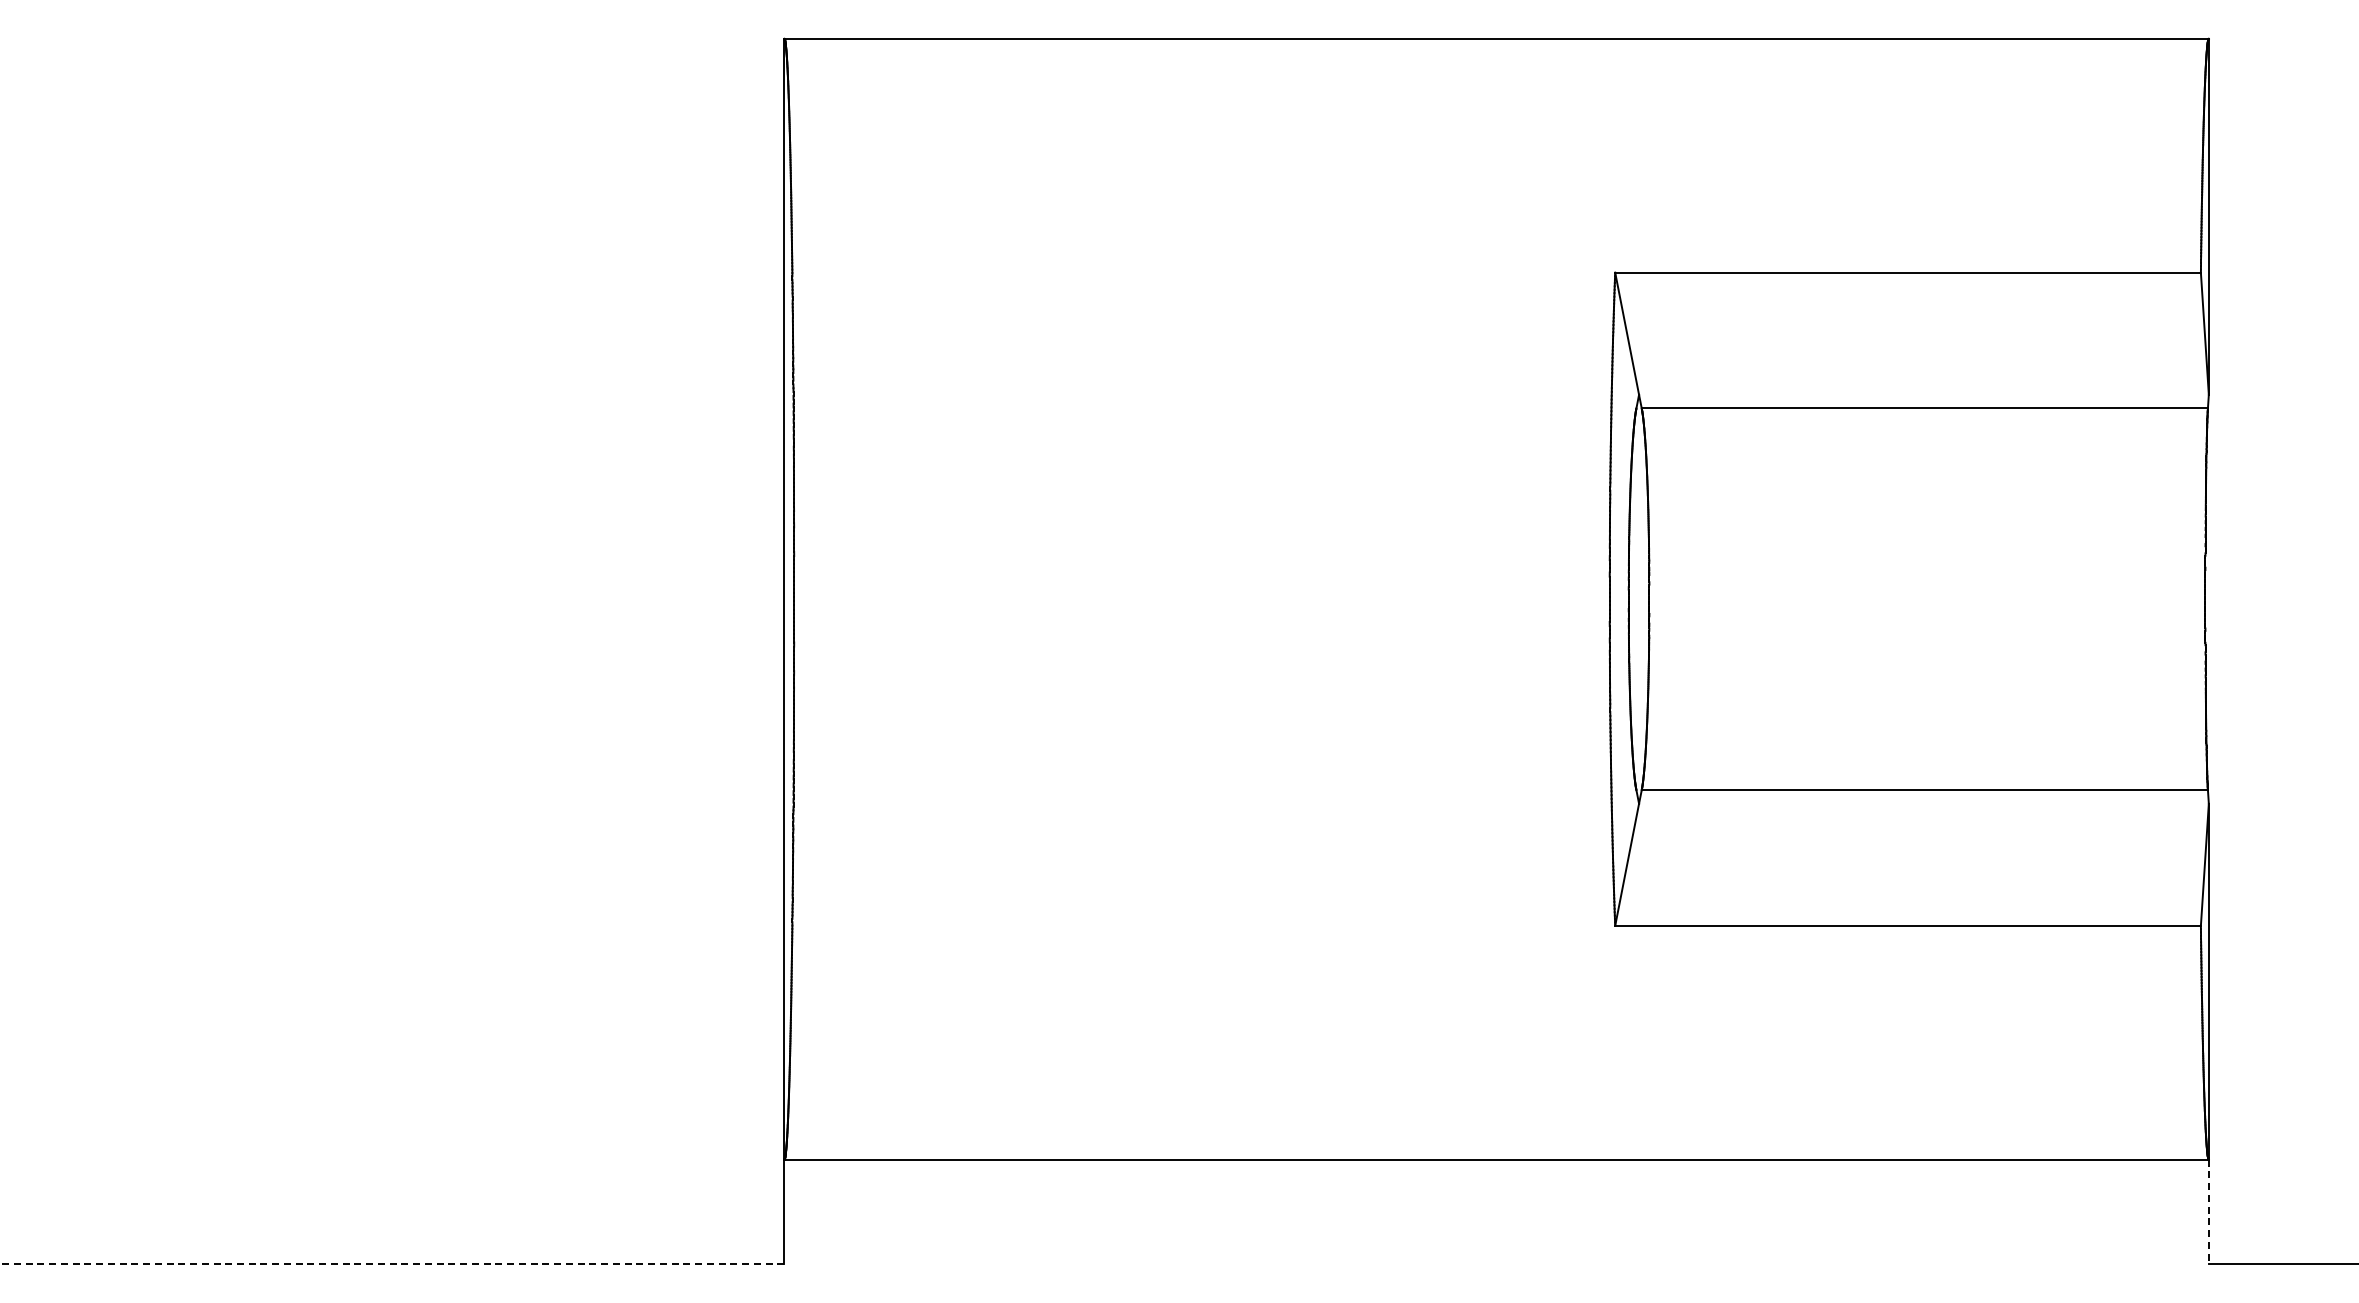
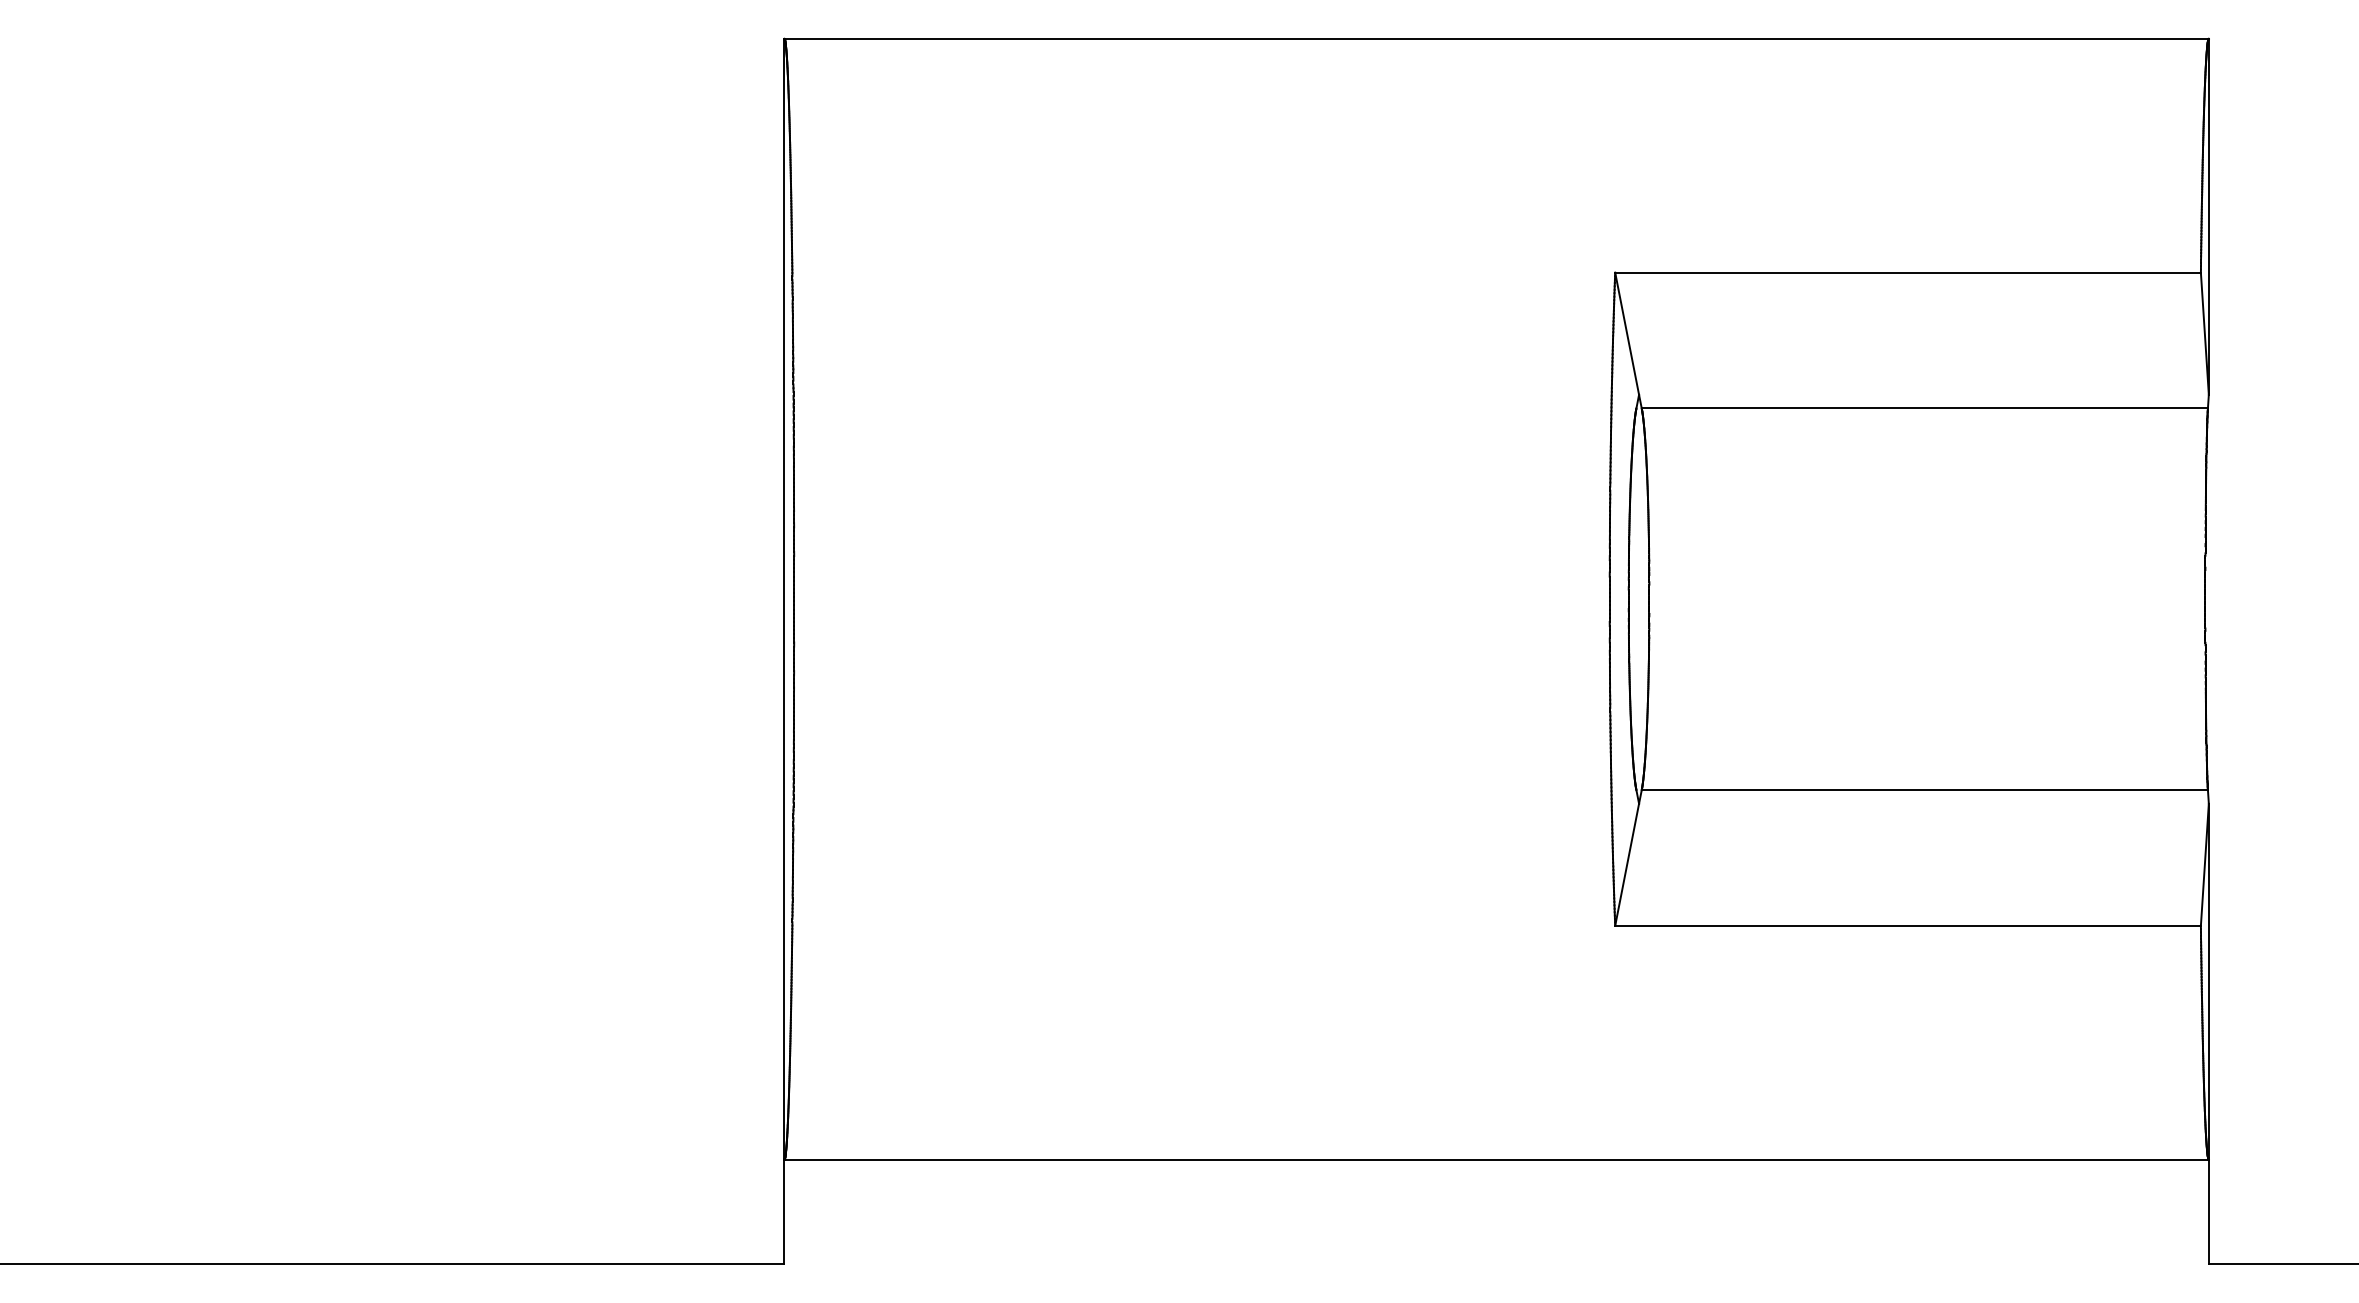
line at (2208, 1212): dashed -> solid
line at (392, 1264): dashed -> solid
